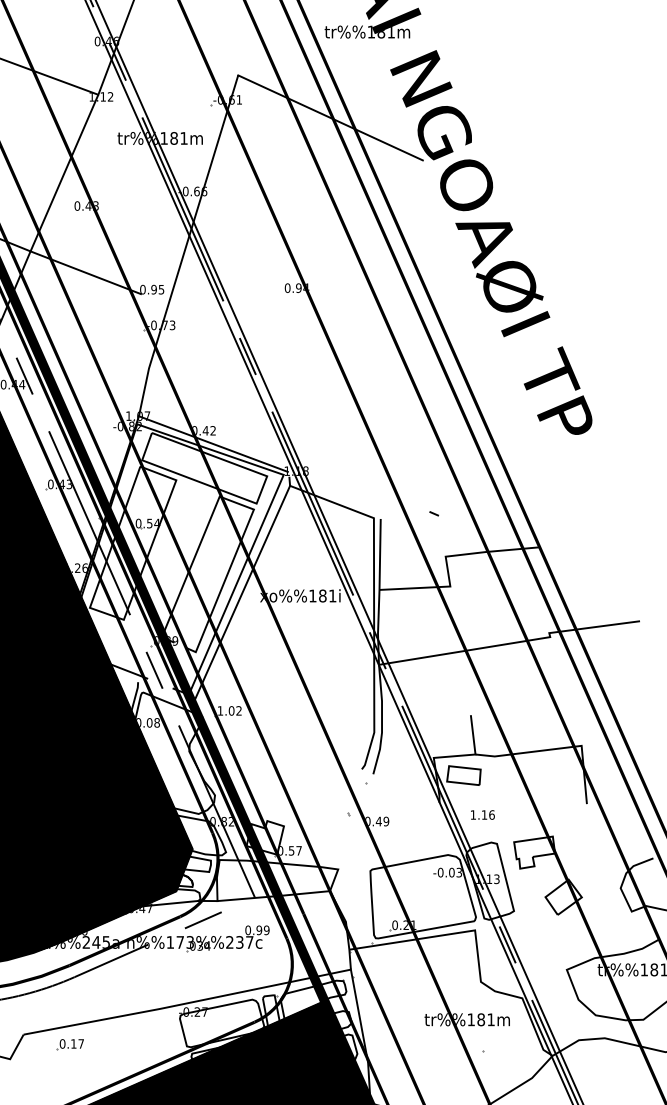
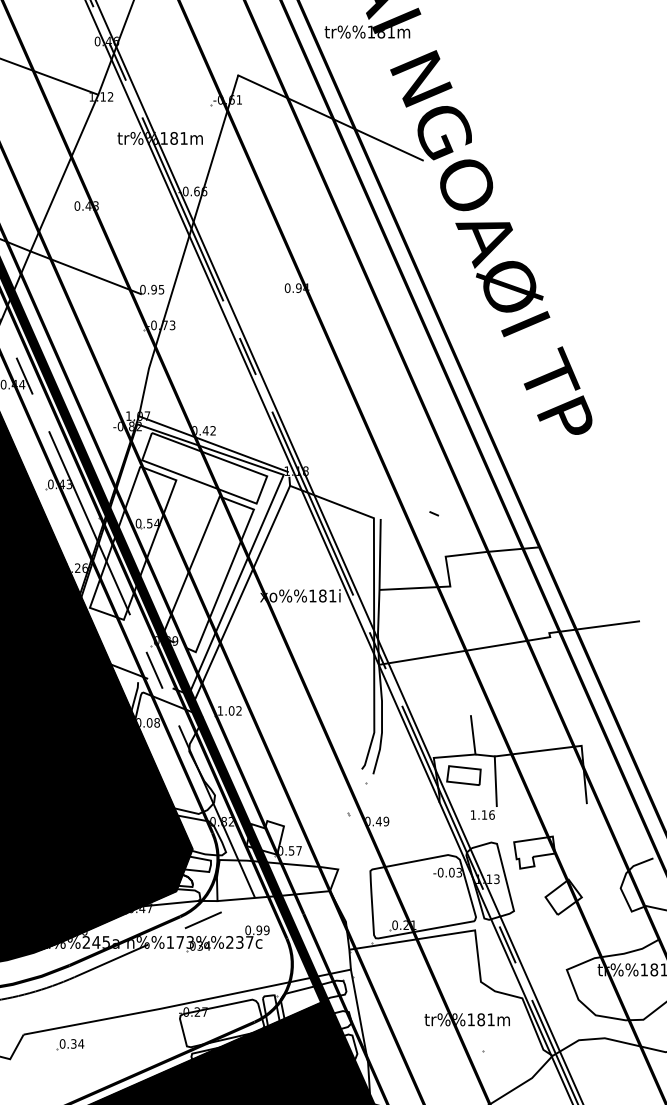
line at (495, 781): none -> present
text at (77, 1043): 0.17 -> 0.34
